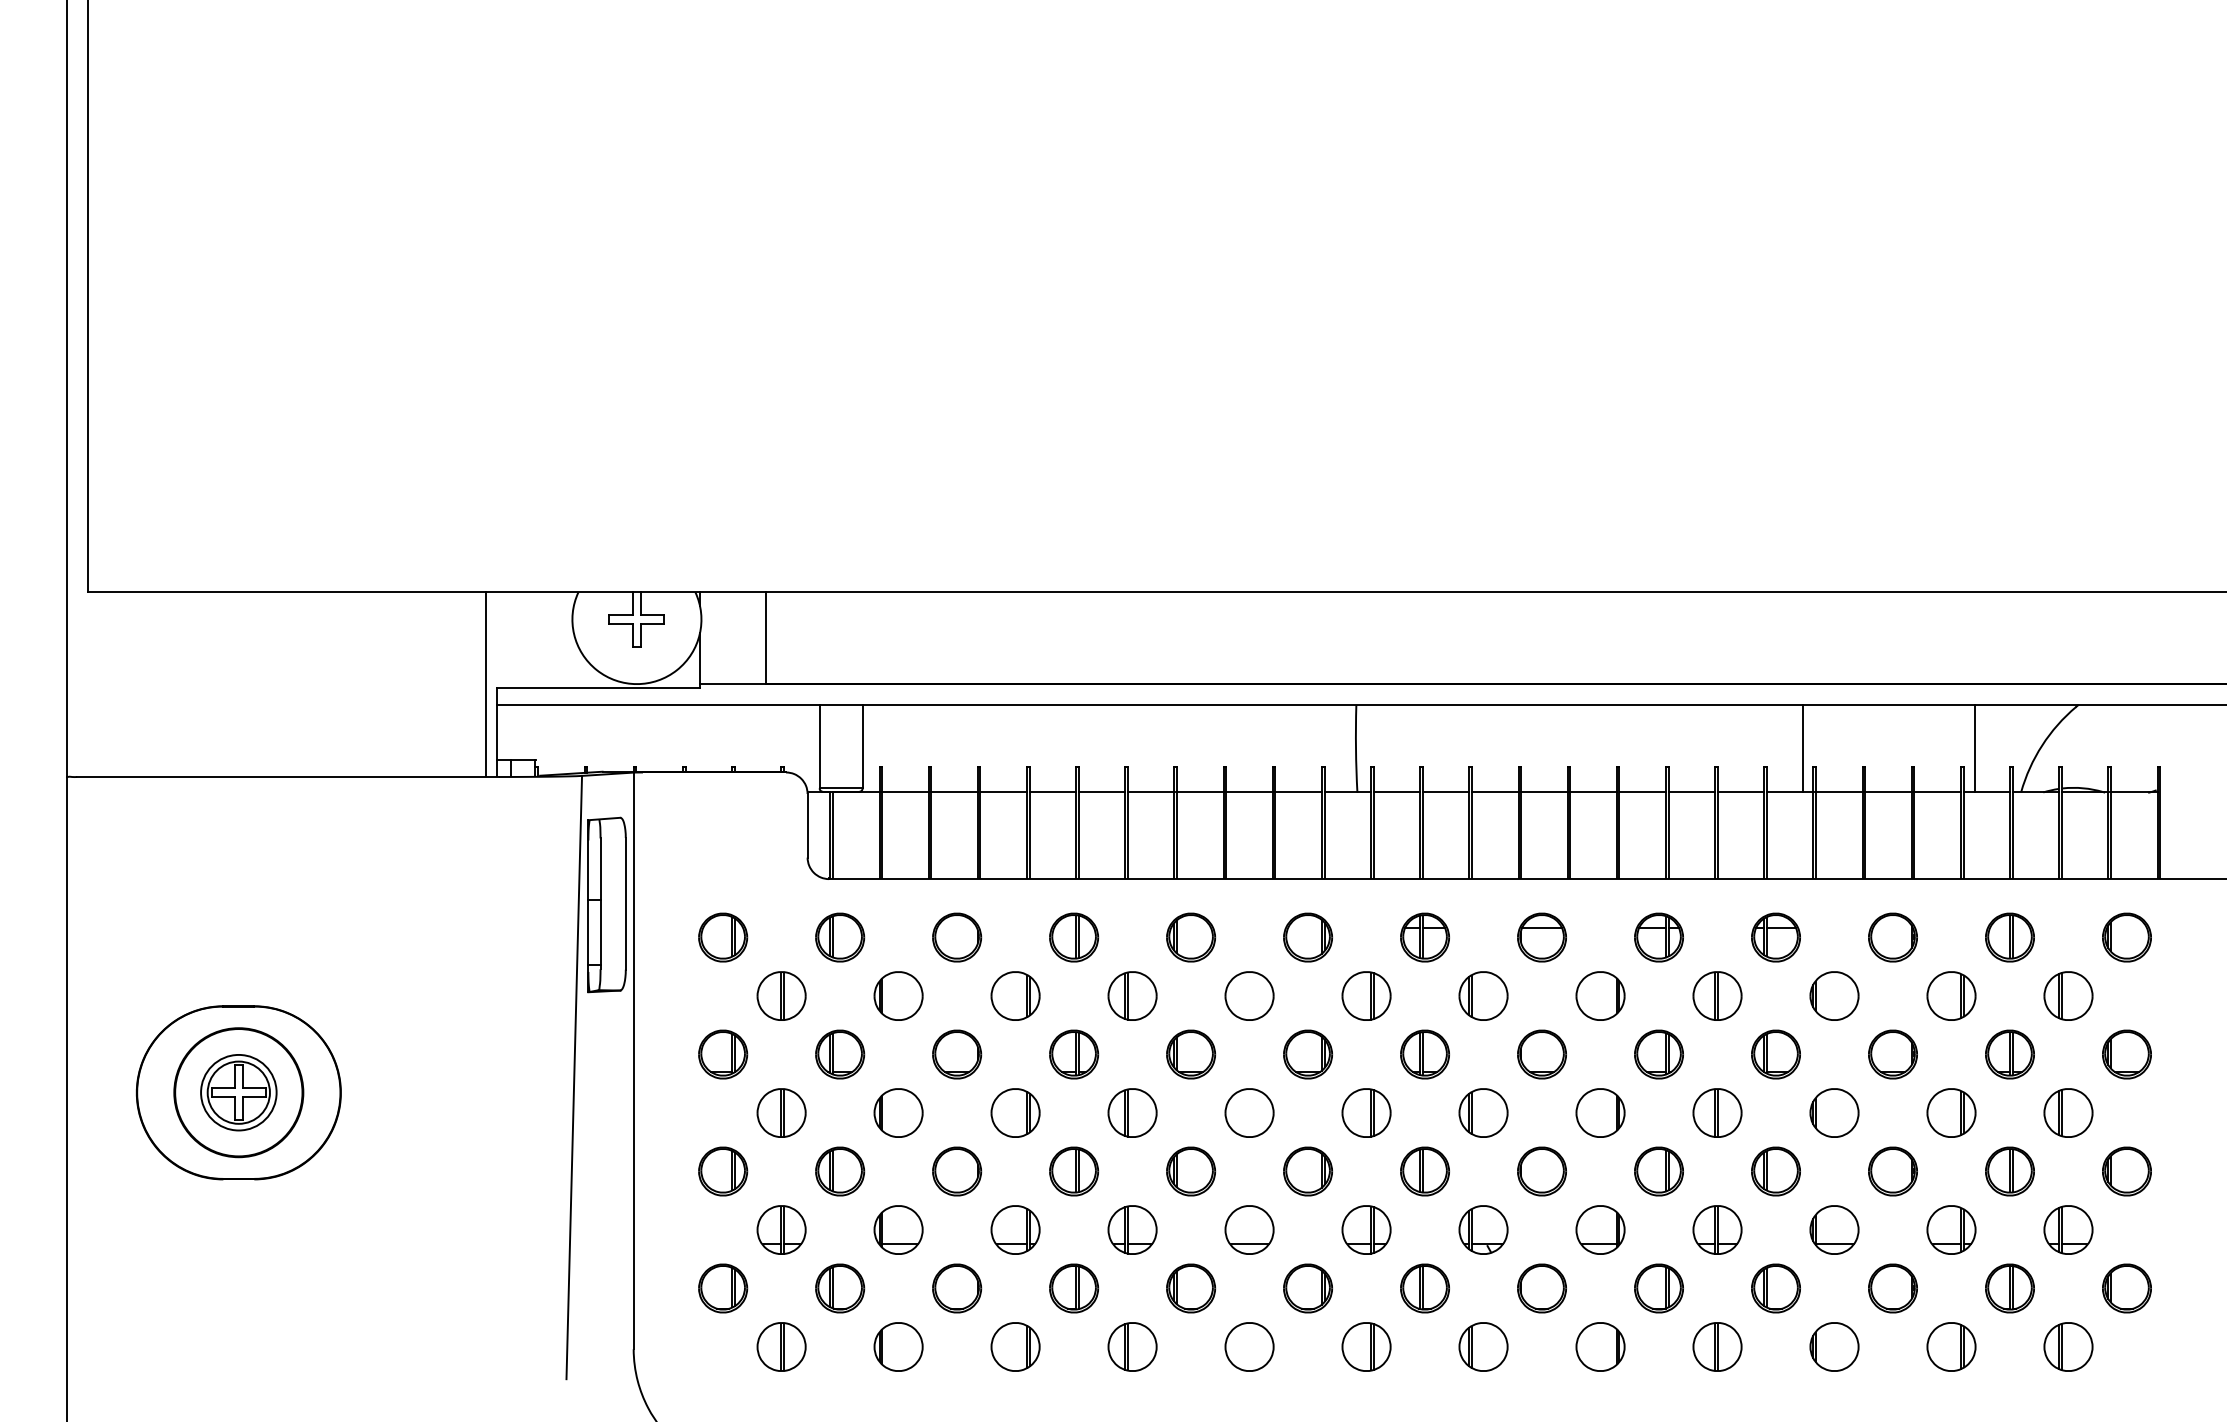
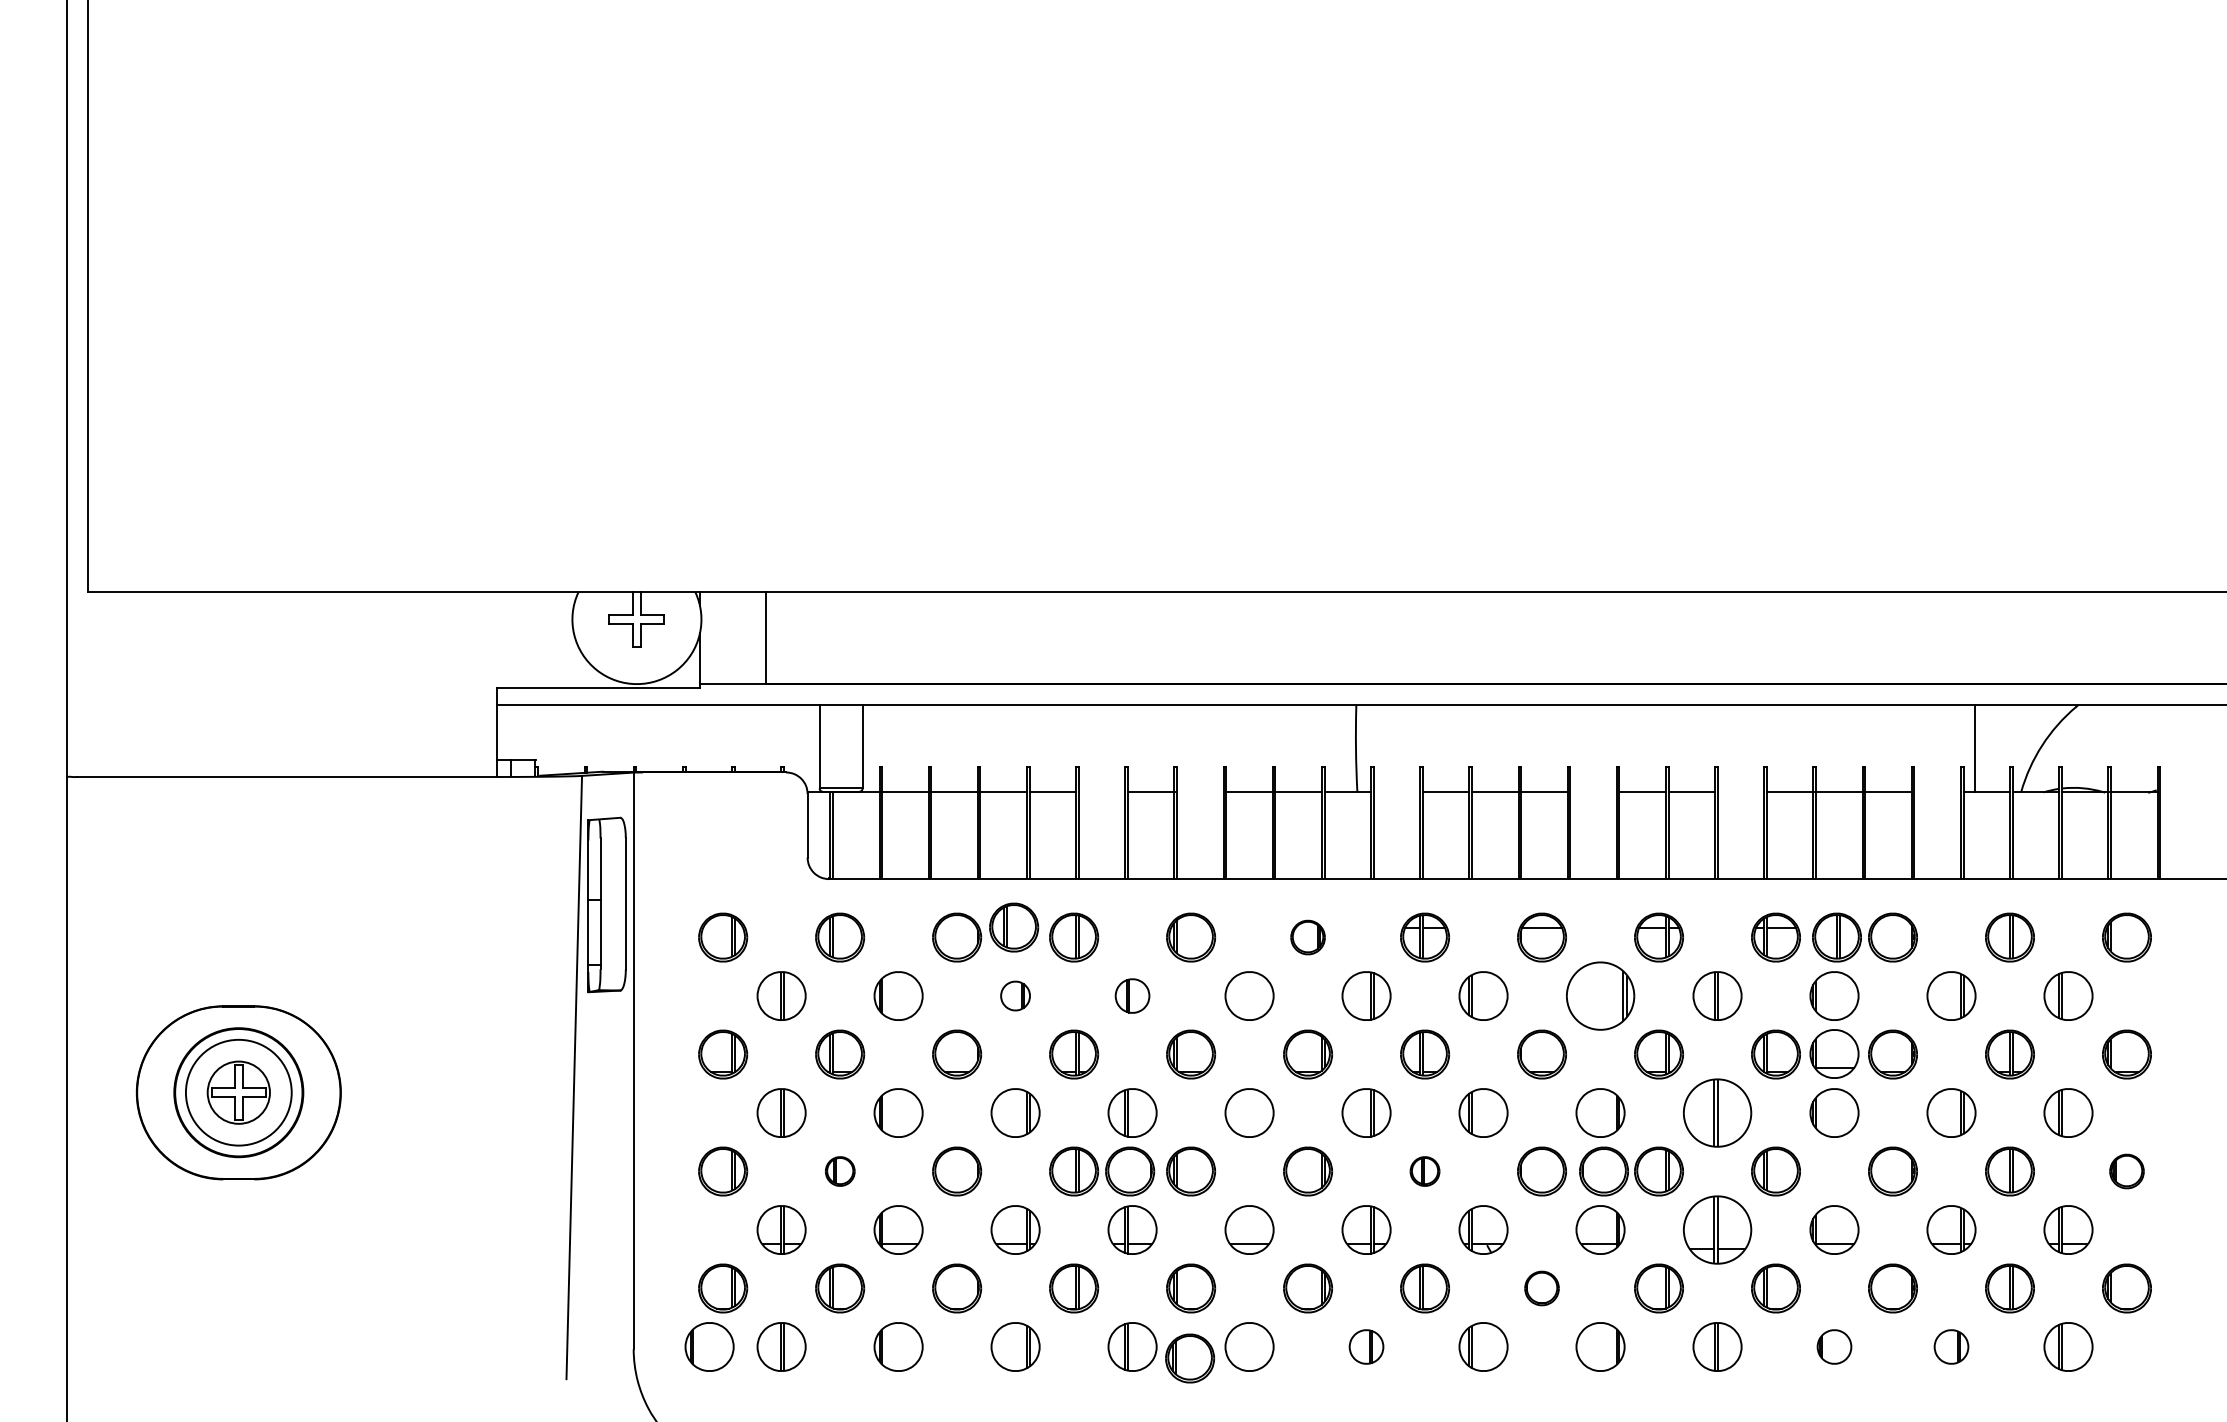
line at (485, 684): present -> none
line at (1803, 748): present -> none
line at (1101, 792): present -> none
line at (1200, 792): present -> none
line at (1396, 792): present -> none
line at (1593, 792): present -> none
line at (1740, 792): present -> none
line at (1937, 792): present -> none
part at (1014, 927): none -> present
part at (1307, 937) size: 50x51 px -> 36x37 px
part at (1836, 937): none -> present
part at (1015, 995) size: 51x50 px -> 31x32 px
part at (1132, 995) size: 51x50 px -> 37x36 px
part at (1600, 995) size: 51x50 px -> 70x70 px
part at (1834, 1053): none -> present
circle at (238, 1092) diameter: 76 px -> 106 px
part at (1717, 1112) size: 51x50 px -> 70x70 px
part at (840, 1171) size: 51x51 px -> 31x31 px
part at (1130, 1171): none -> present
part at (1424, 1171) size: 50x51 px -> 32x31 px
part at (1603, 1171): none -> present
part at (2126, 1171) size: 50x51 px -> 36x37 px
part at (1717, 1229) size: 51x50 px -> 70x70 px
part at (1541, 1288) size: 50x51 px -> 36x37 px
part at (709, 1346): none -> present
part at (1366, 1346) size: 51x50 px -> 37x36 px
part at (1834, 1346) size: 51x50 px -> 37x36 px
part at (1951, 1346) size: 51x50 px -> 37x36 px
part at (1190, 1358): none -> present
